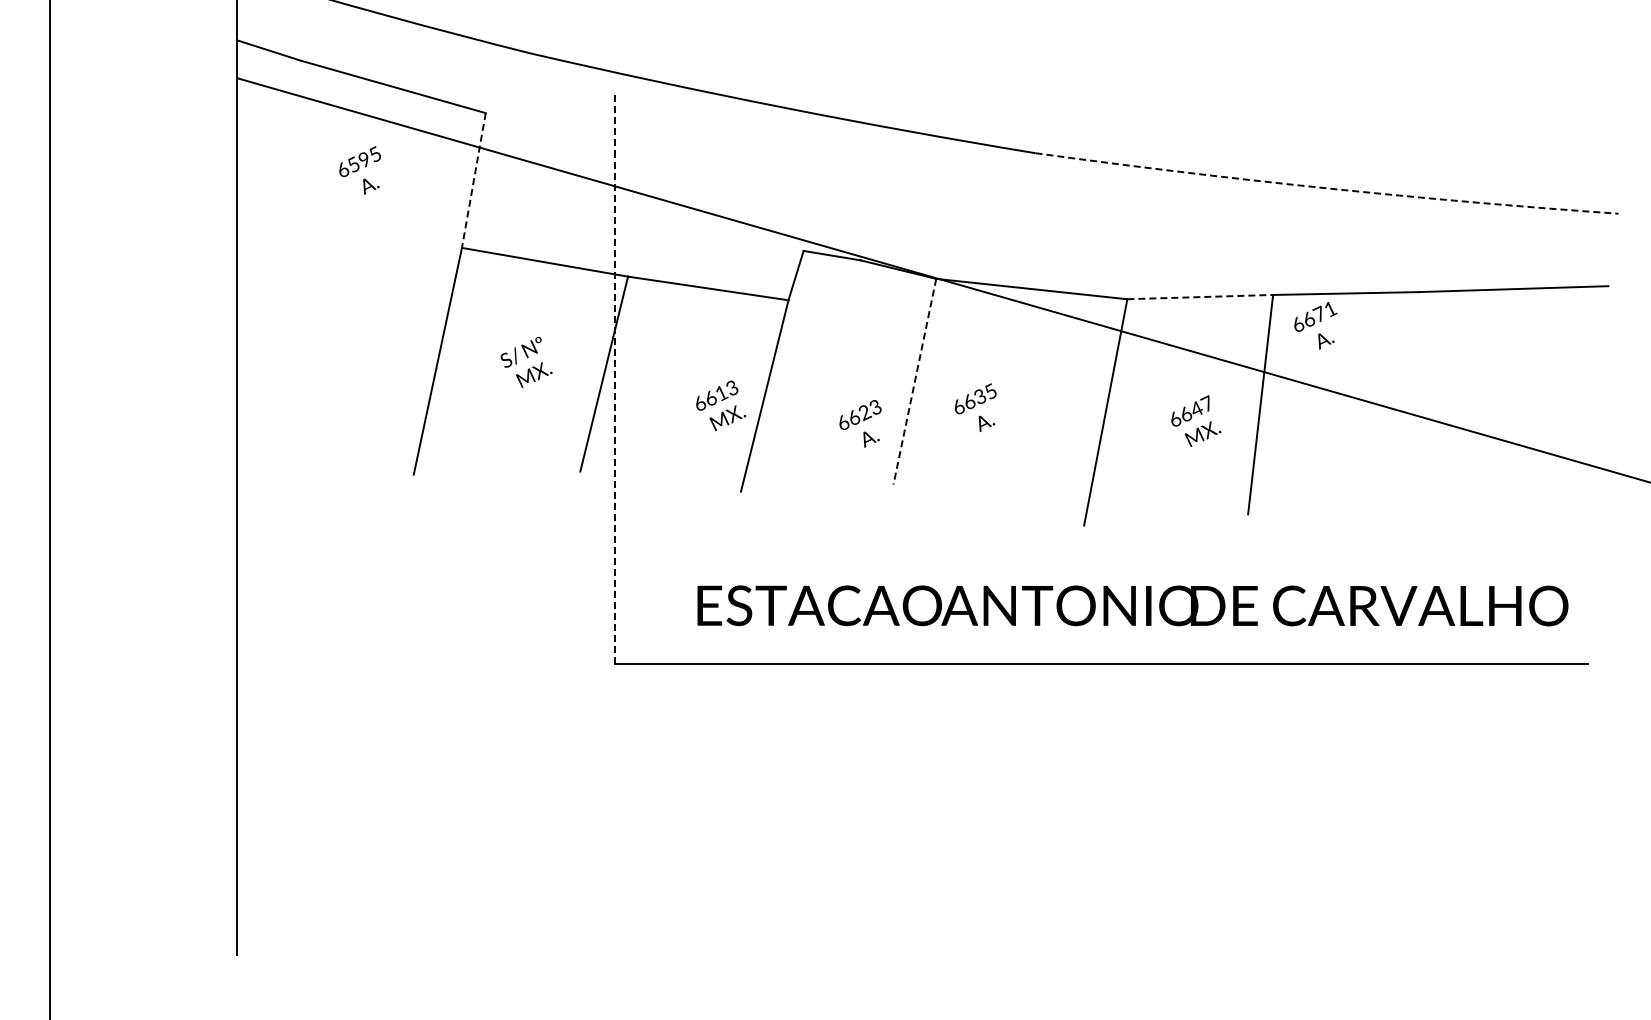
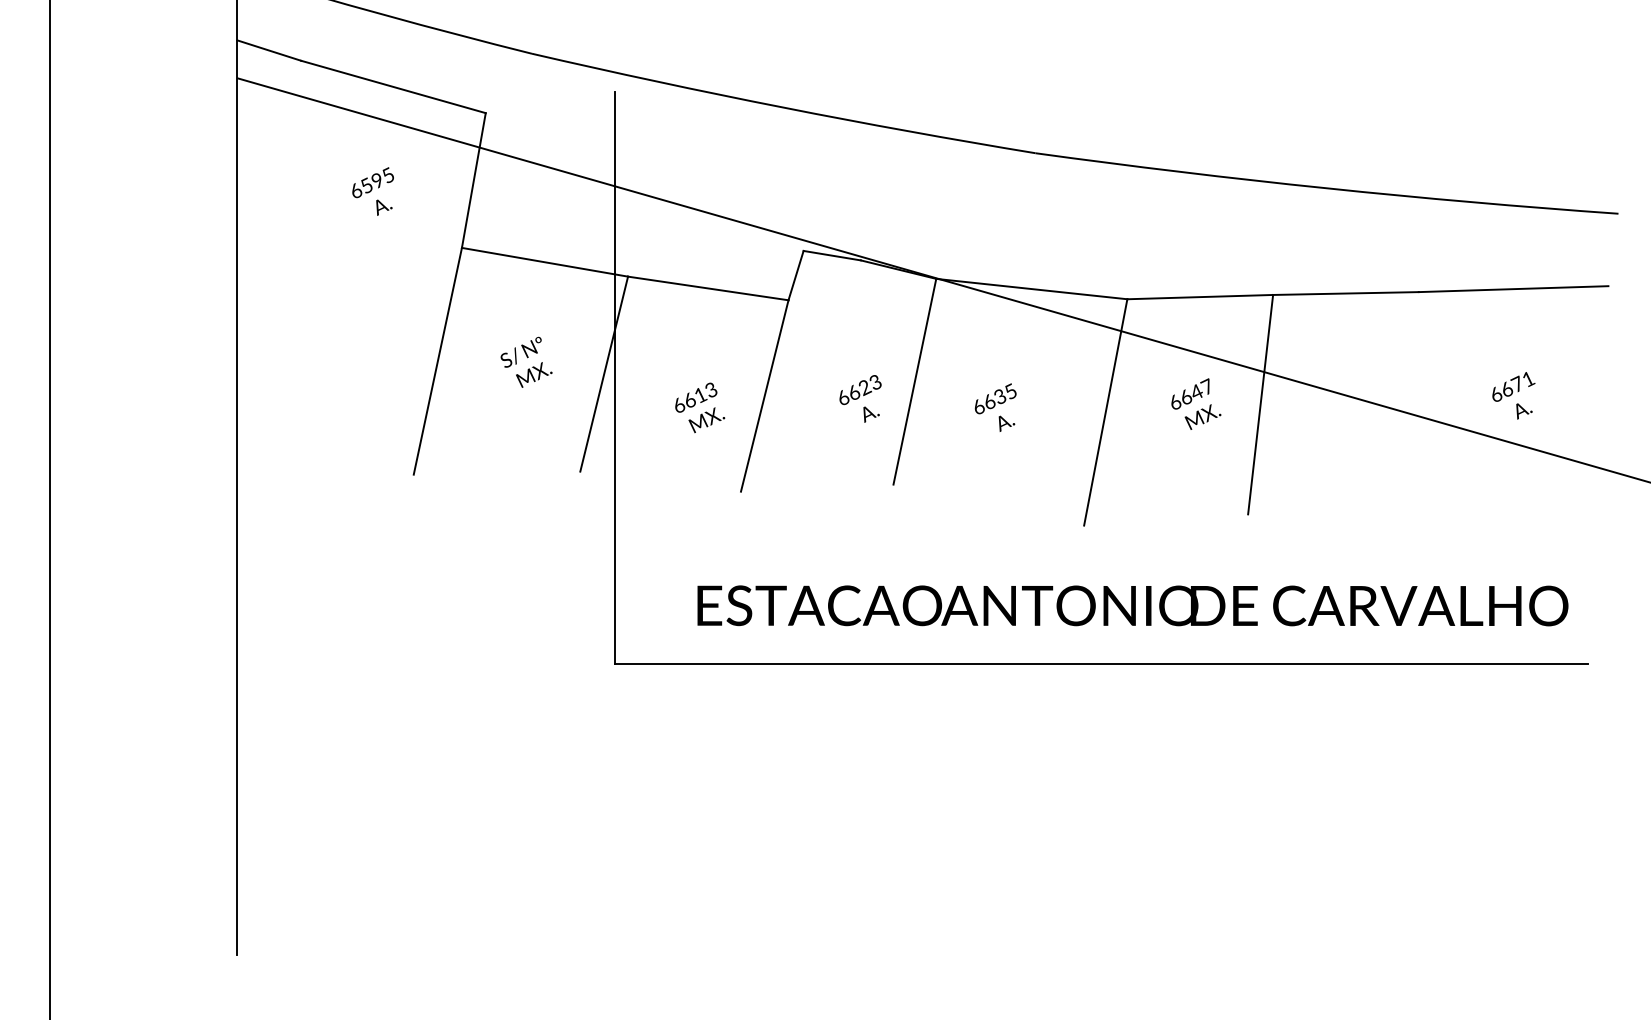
text at (359, 170) position: (359, 170) -> (372, 191)
line at (473, 181): dashed -> solid
arc at (1326, 188): dashed -> solid
line at (1200, 297): dashed -> solid
text at (1315, 325) position: (1315, 325) -> (1513, 395)
line at (614, 377): dashed -> solid
line at (914, 382): dashed -> solid
text at (721, 405) position: (721, 405) -> (700, 407)
text at (975, 407) position: (975, 407) -> (995, 407)
text at (1196, 420) position: (1196, 420) -> (1196, 403)
text at (860, 423) position: (860, 423) -> (860, 398)
